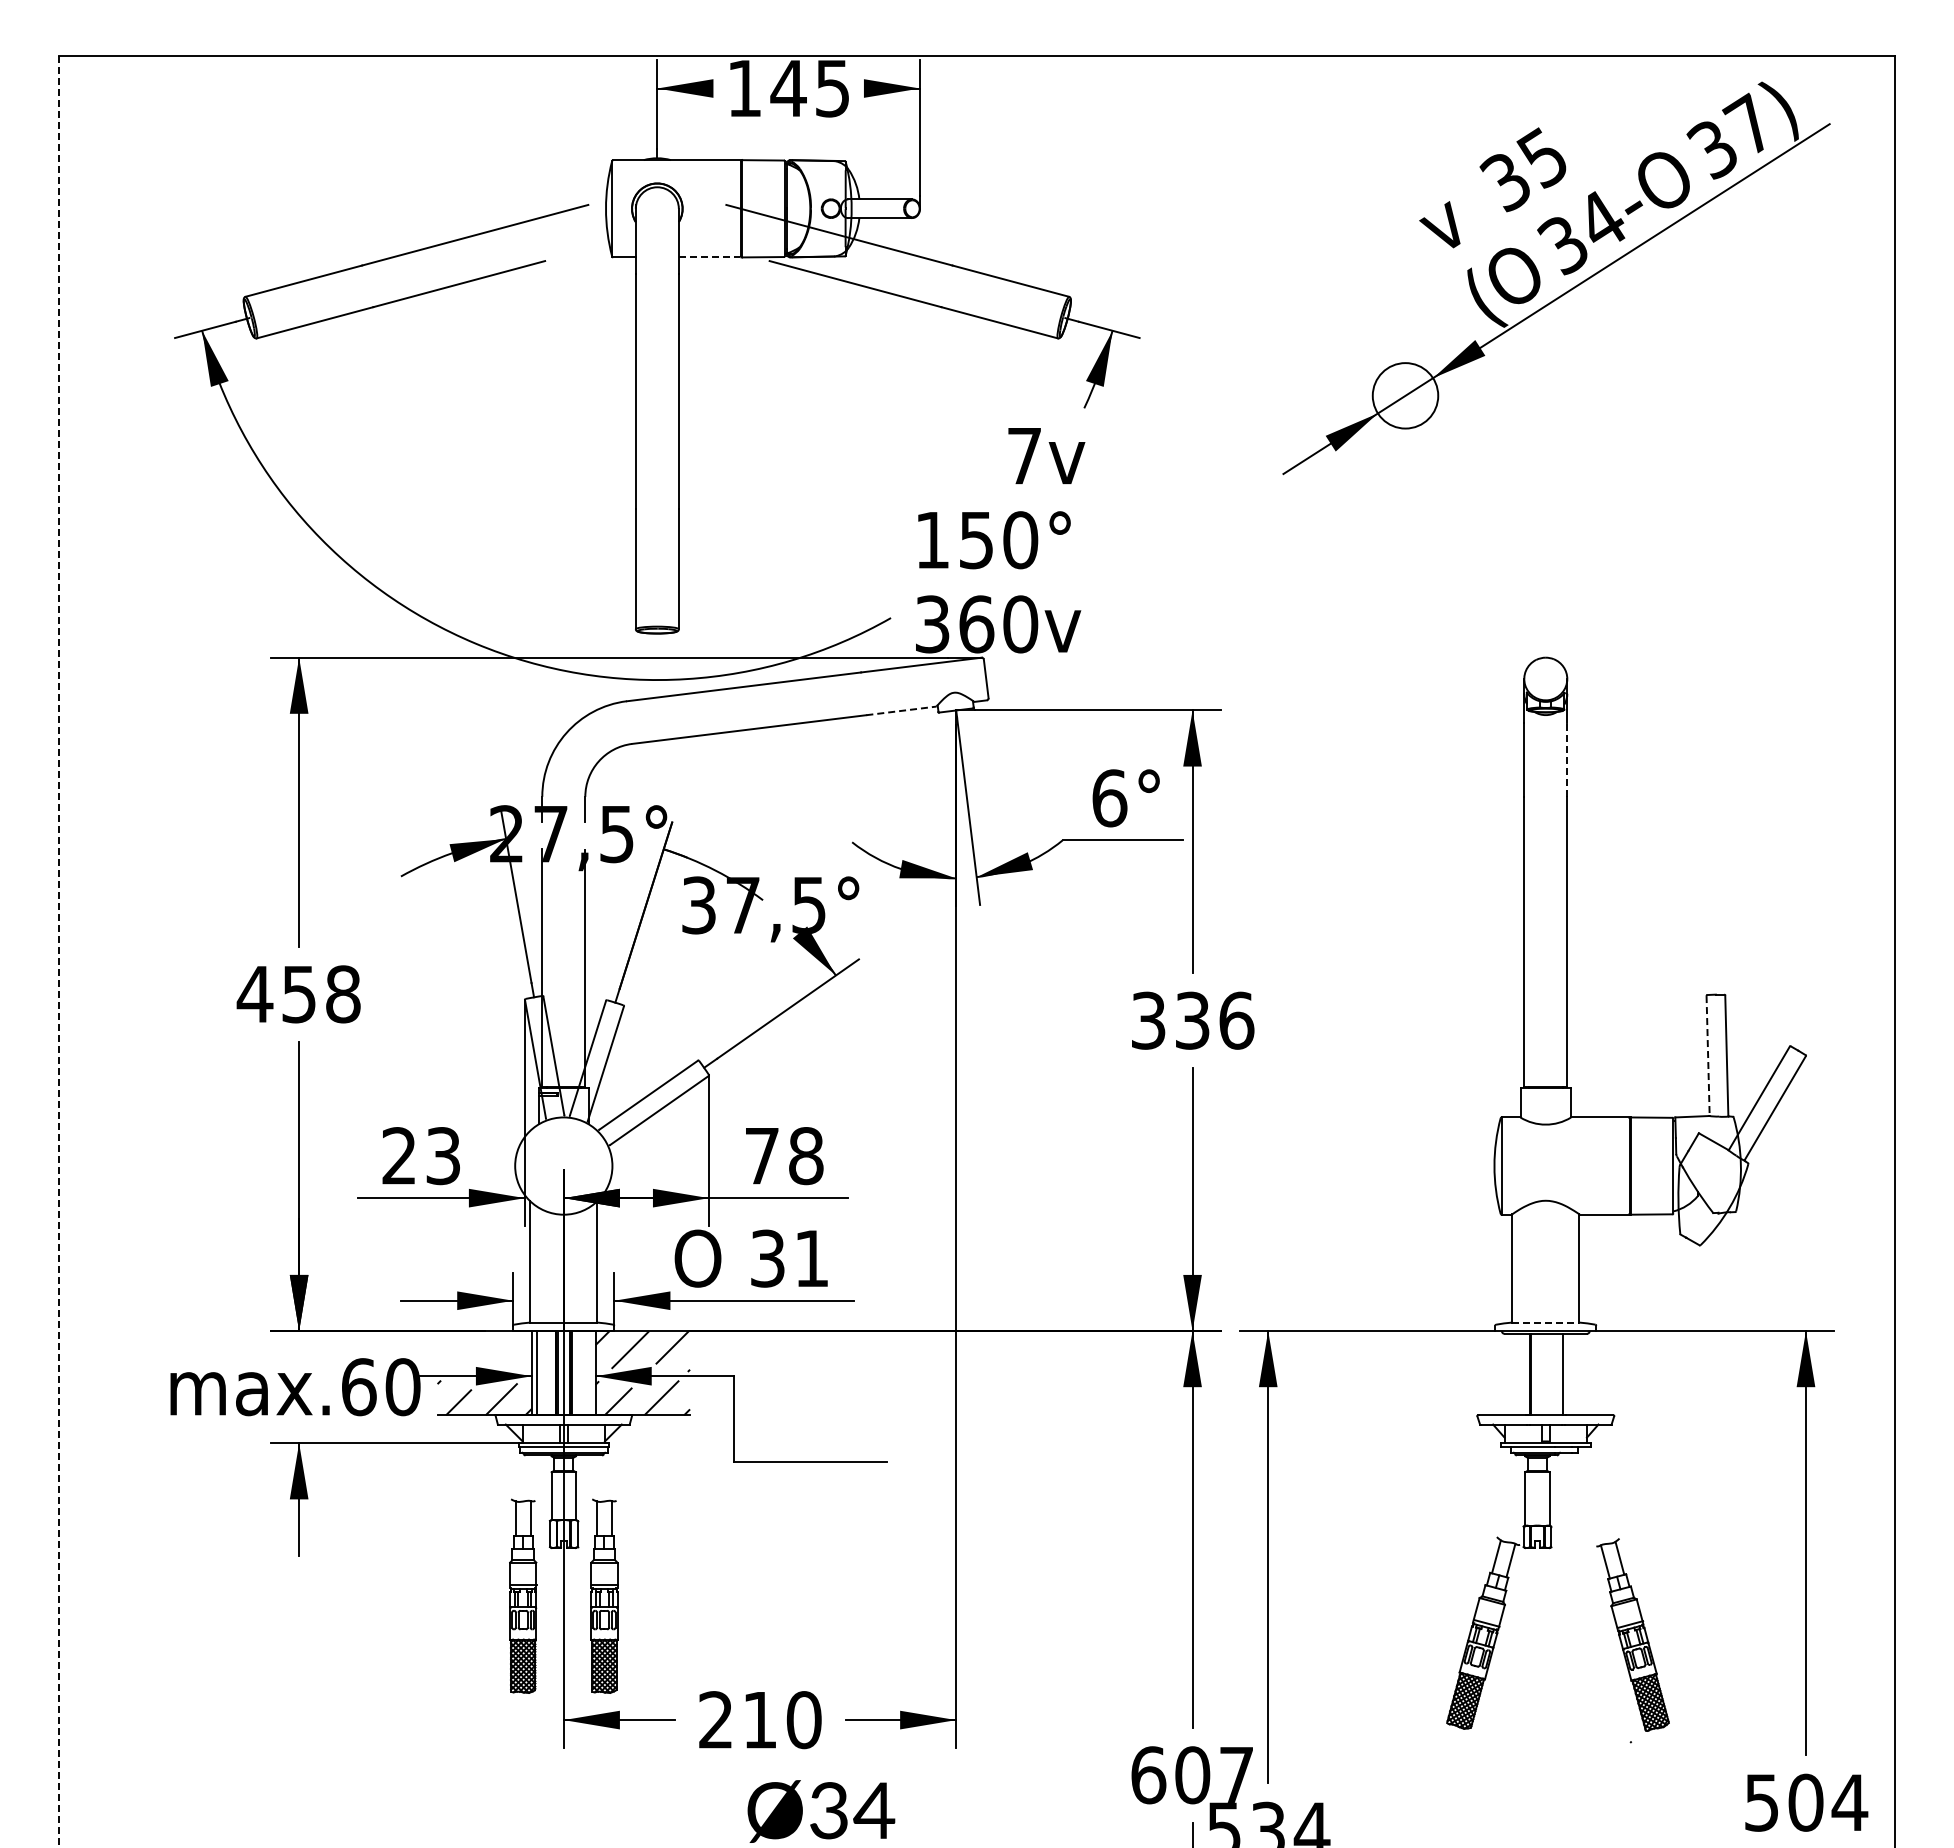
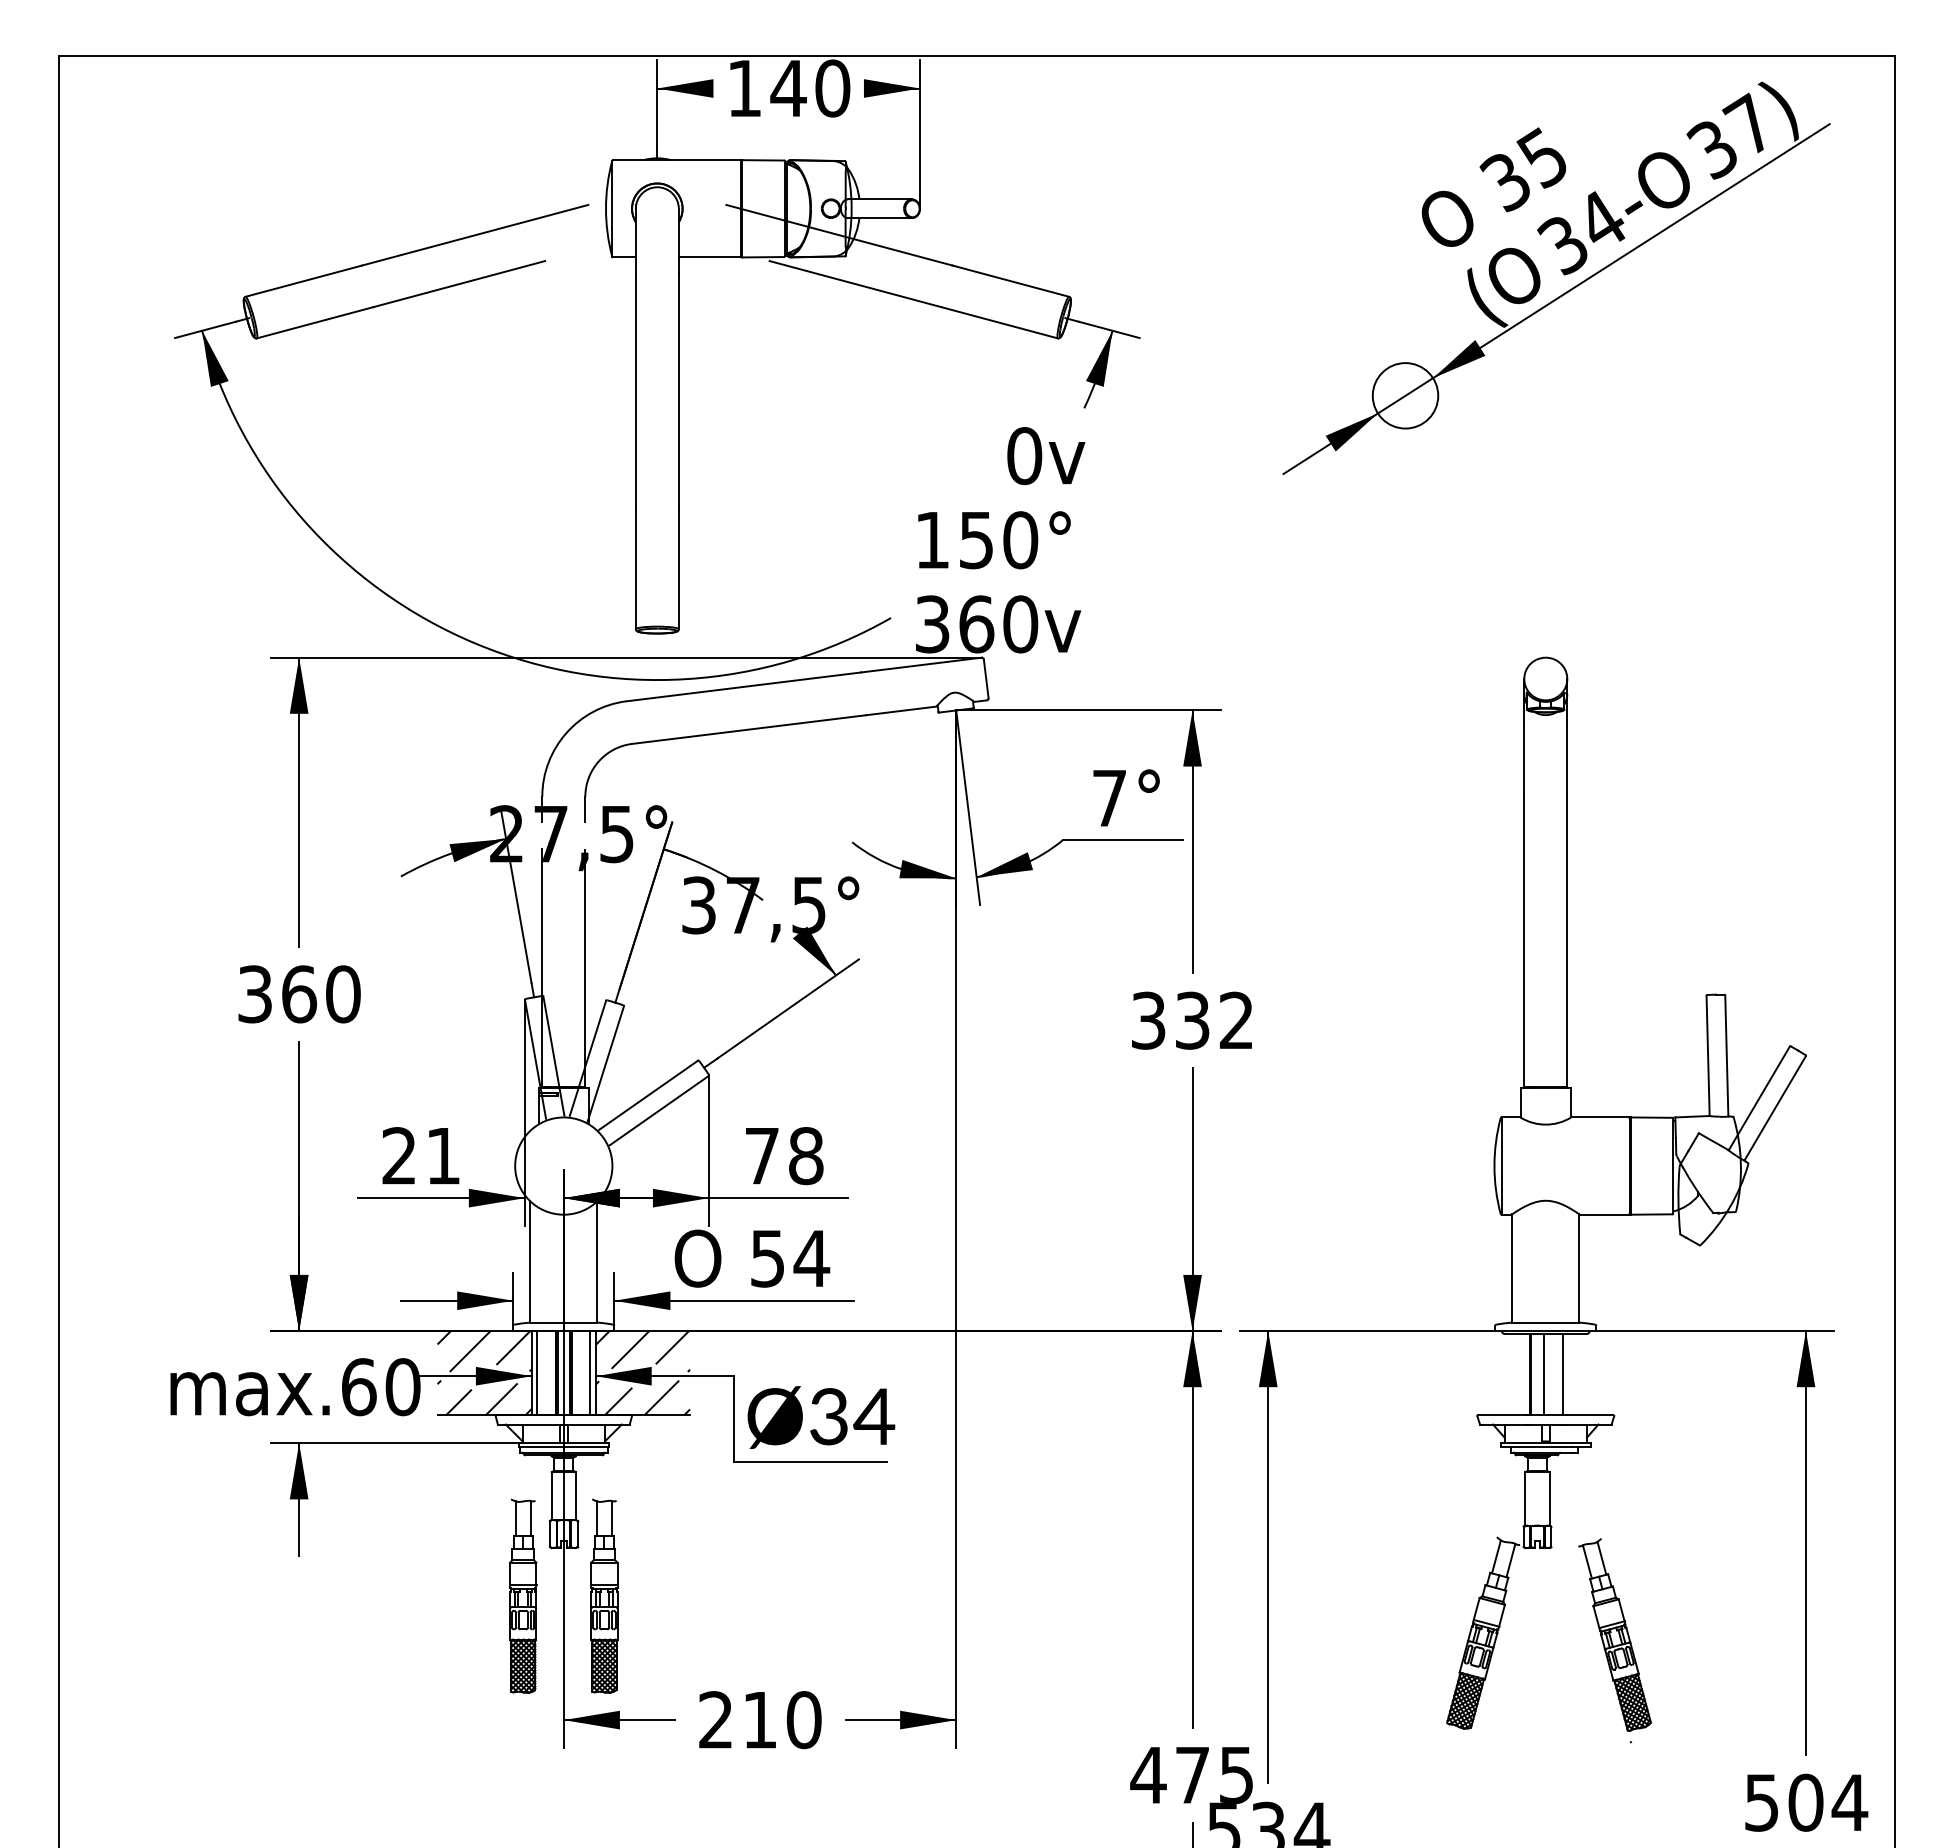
text at (832, 88): 145 -> 140
text at (1446, 219): v -> O
line at (709, 257): dashed -> solid
text at (1024, 456): 7 -> 0
line at (901, 710): dashed -> solid
line at (1567, 759): dashed -> solid
text at (1109, 798): 6° -> 7°
line at (58, 951): dashed -> solid
text at (298, 994): 458 -> 360
text at (1236, 1020): 336 -> 332
line at (1708, 1056): dashed -> solid
text at (442, 1156): 23 -> 21
text at (790, 1258): 31 -> 54
line at (1545, 1322): dashed -> solid
hatch at (484, 1351): none -> present
line at (590, 1373): none -> present
line at (1543, 1374): none -> present
part at (1632, 1634) position: (1632, 1634) -> (1614, 1634)
text at (1191, 1775): 607 -> 475
text at (821, 1811) position: (821, 1811) -> (821, 1417)
